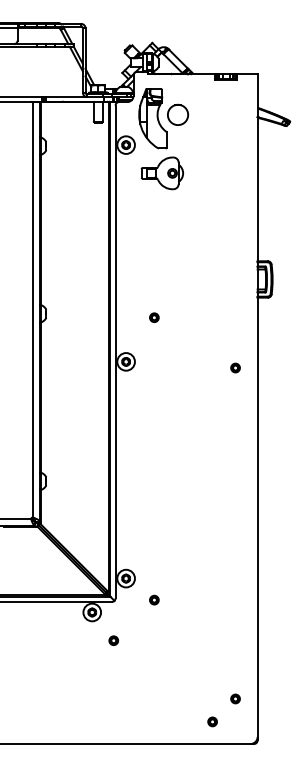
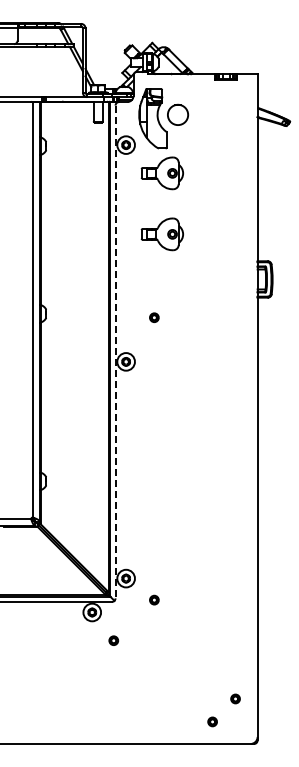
part at (161, 234): none -> present
line at (115, 352): solid -> dashed
part at (235, 367): present -> none
